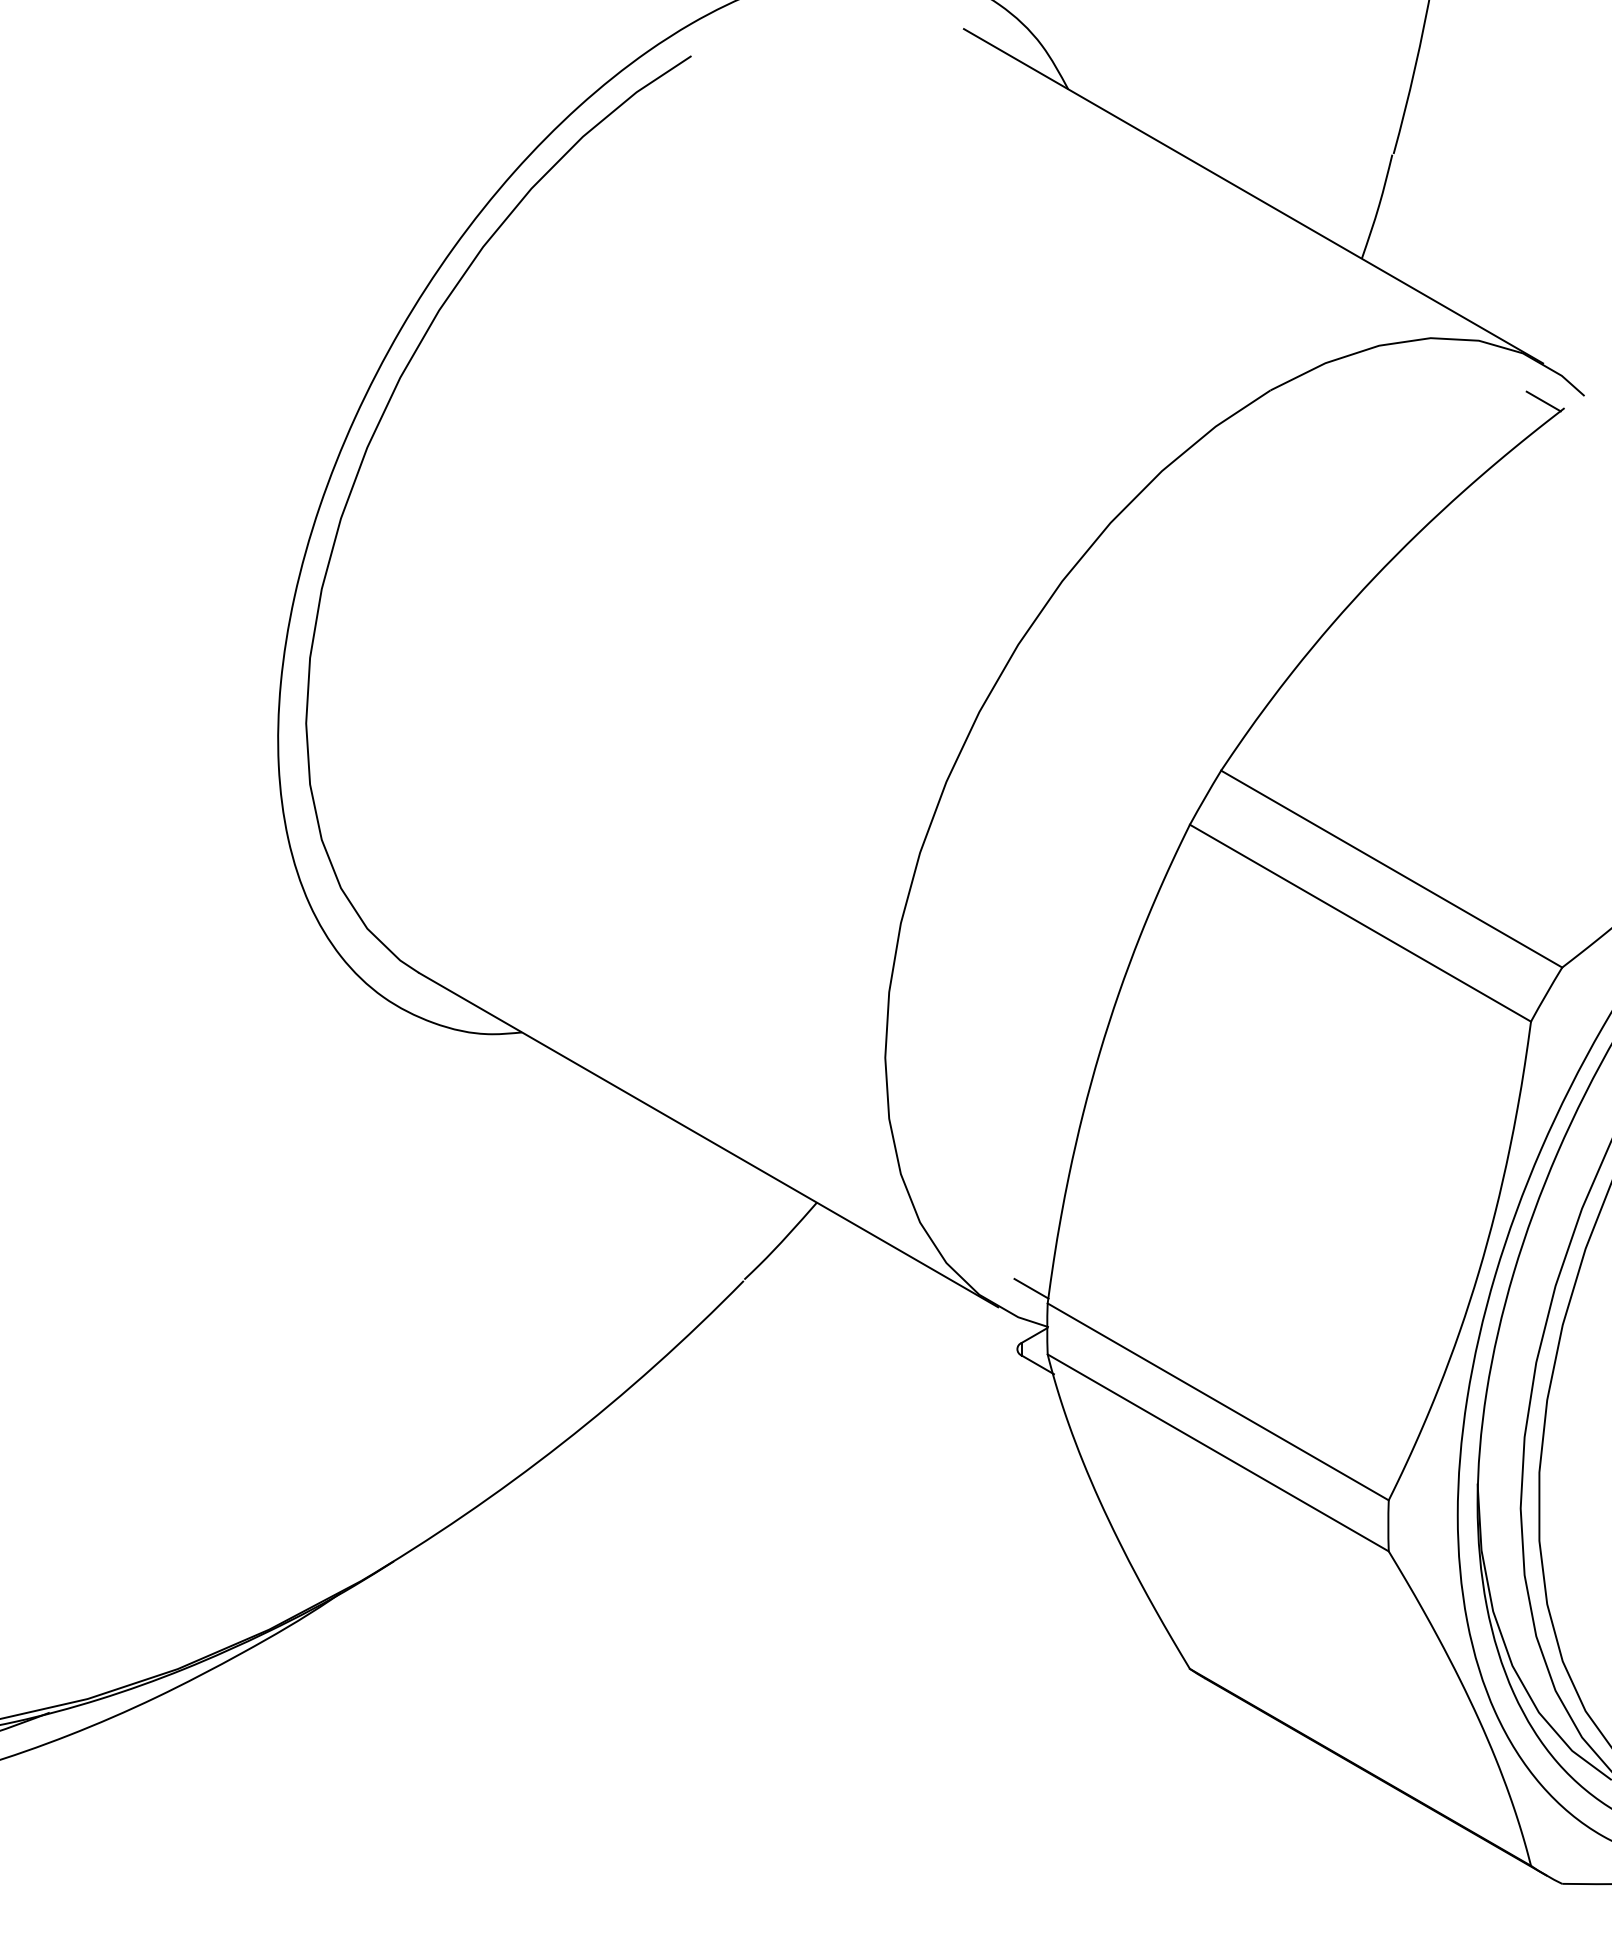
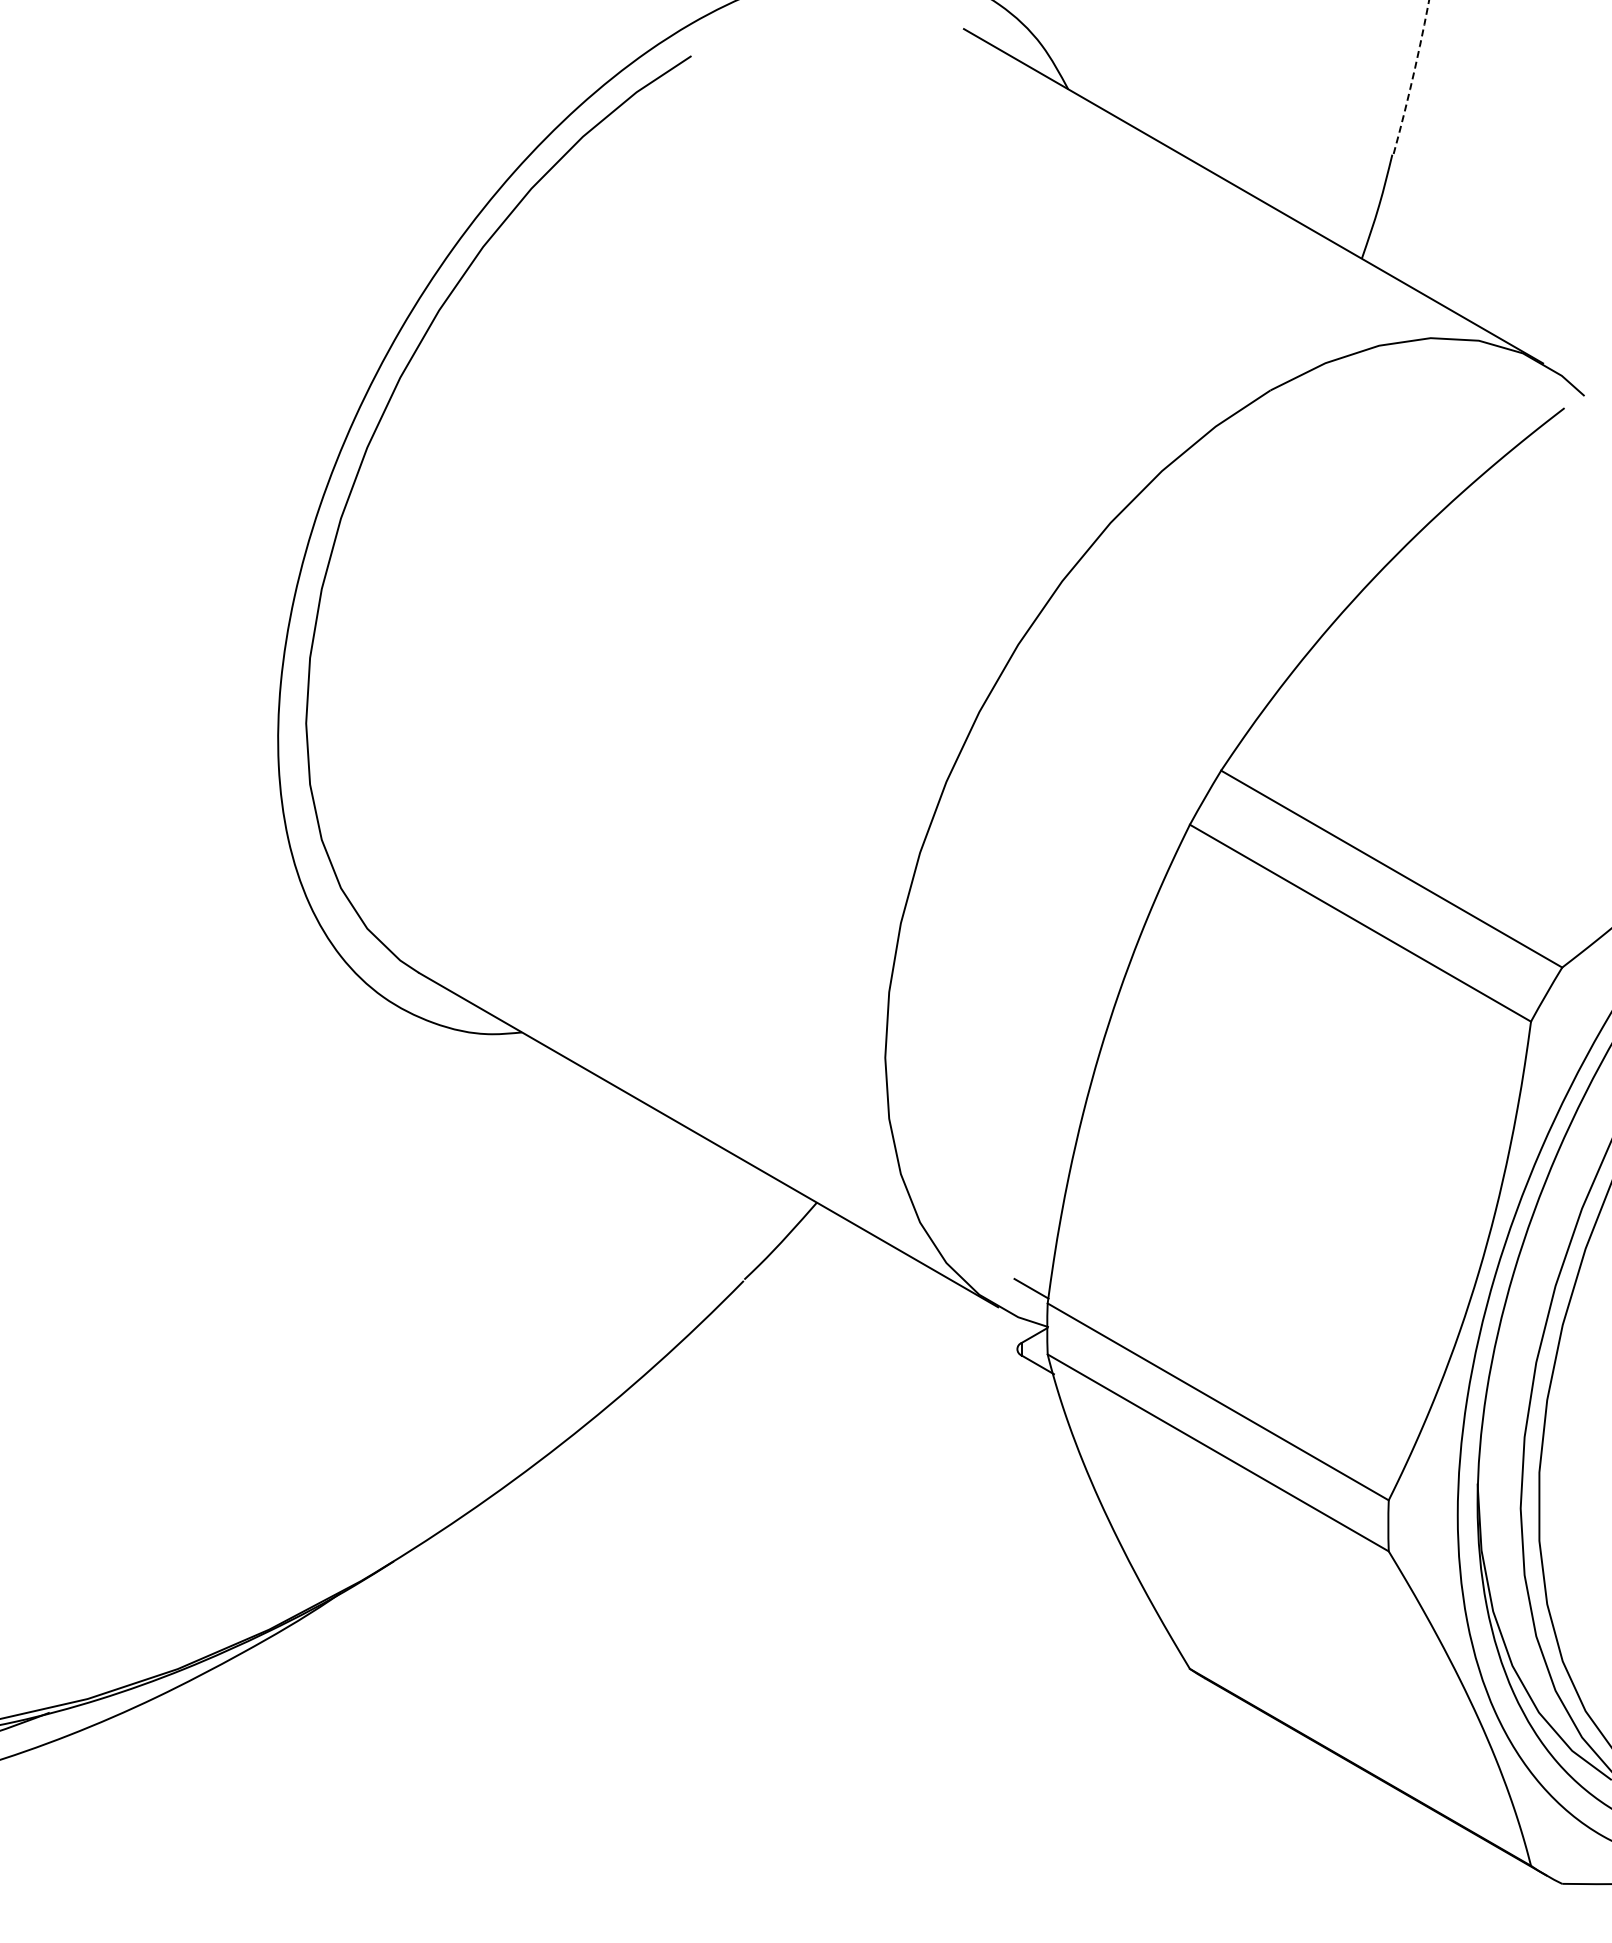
arc at (1413, 76): solid -> dashed
line at (1543, 401): present -> none
